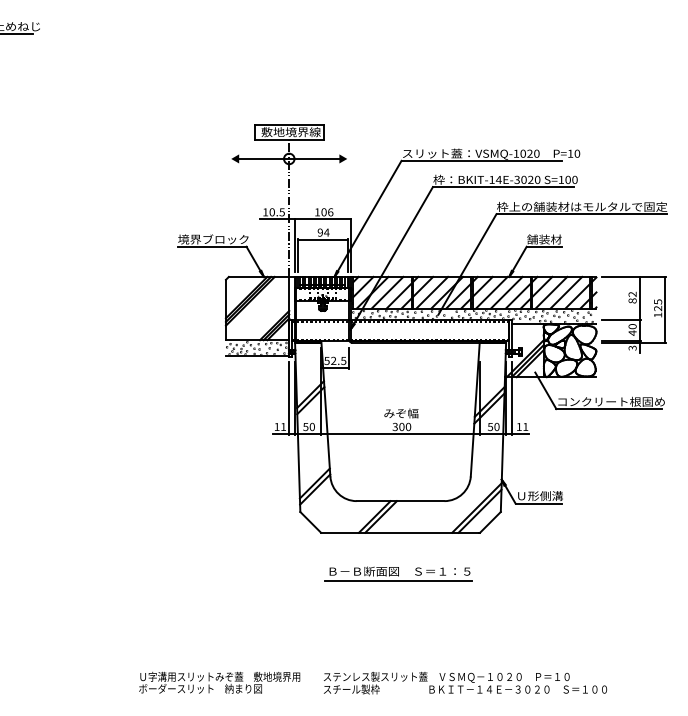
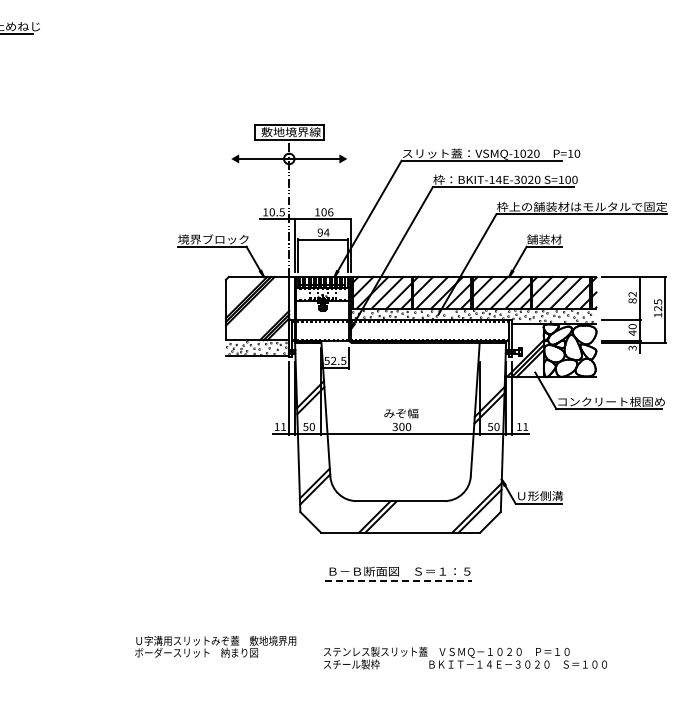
line at (398, 580): solid -> dashed
text at (219, 682) position: (219, 682) -> (215, 646)
text at (465, 682) position: (465, 682) -> (465, 657)
